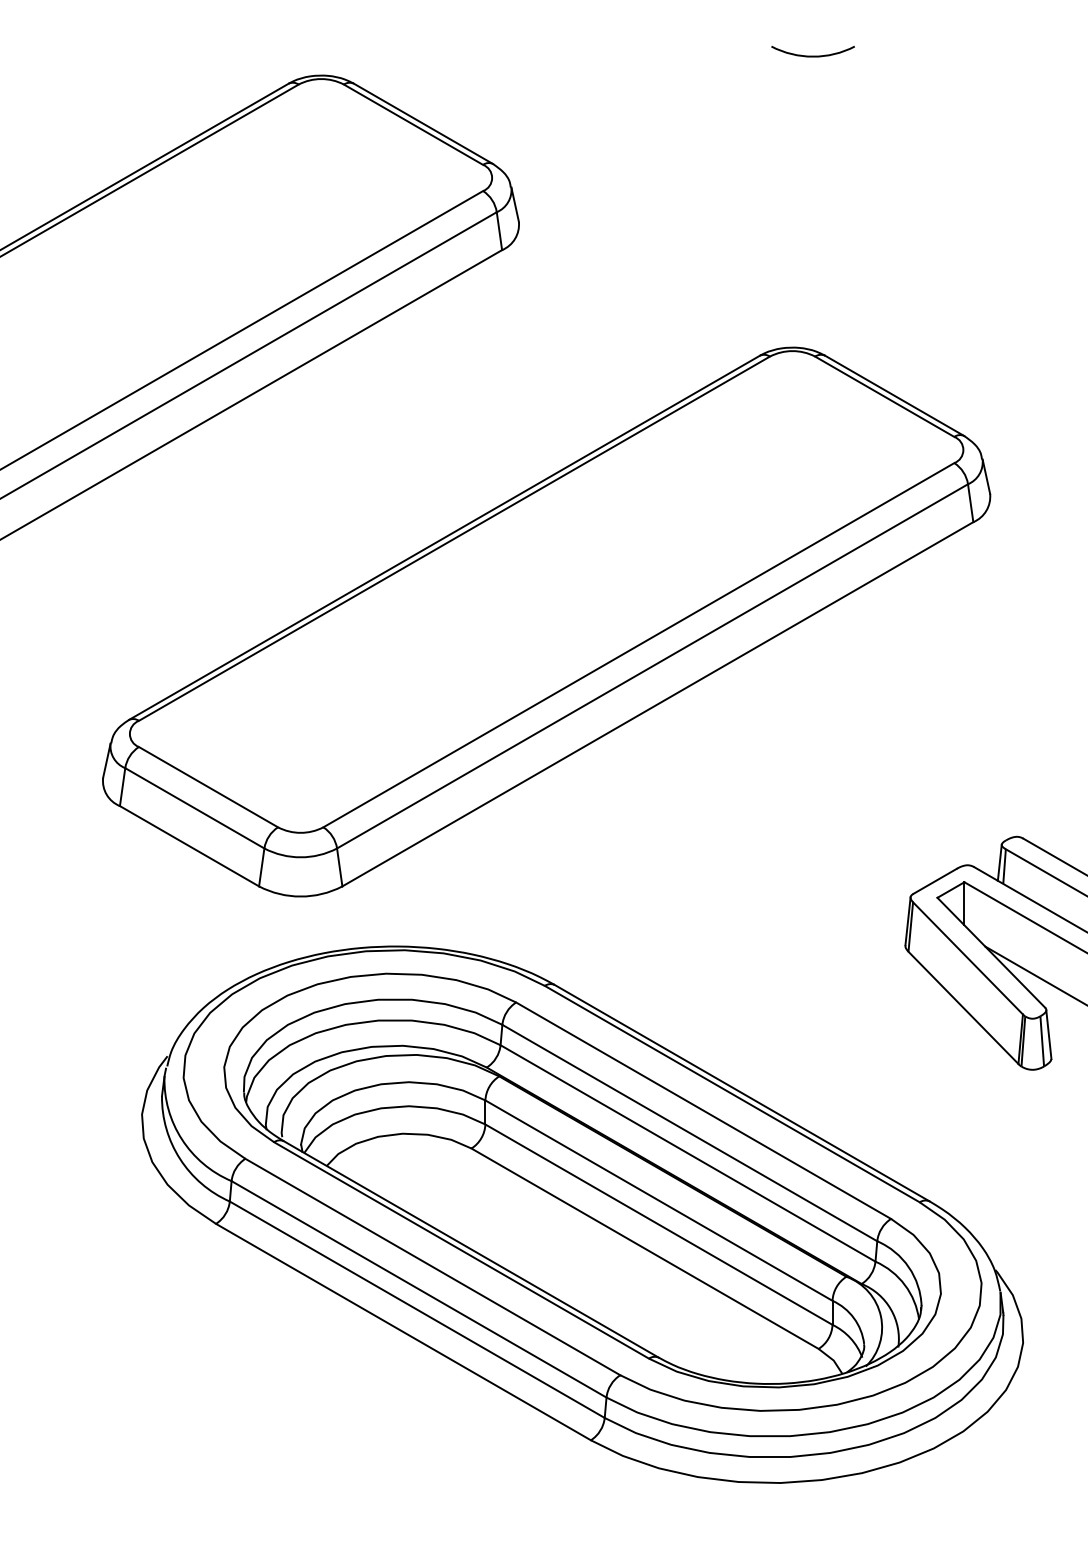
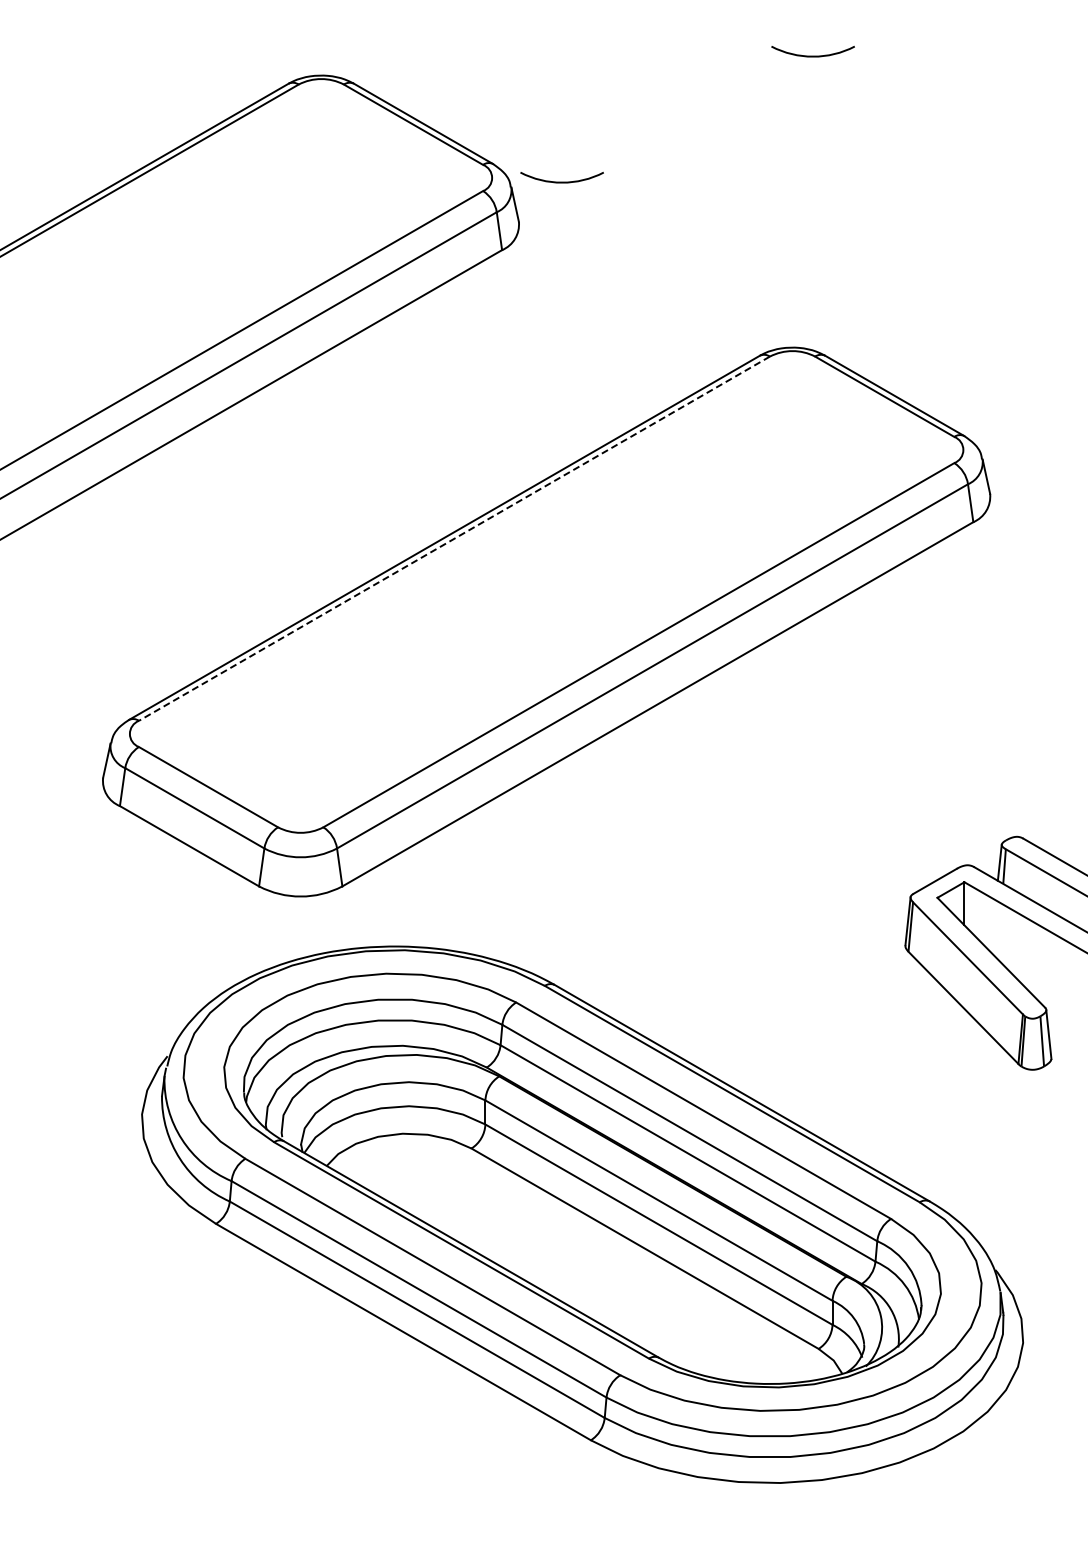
arc at (561, 181): none -> present
line at (453, 538): solid -> dashed
line at (1034, 975): present -> none
